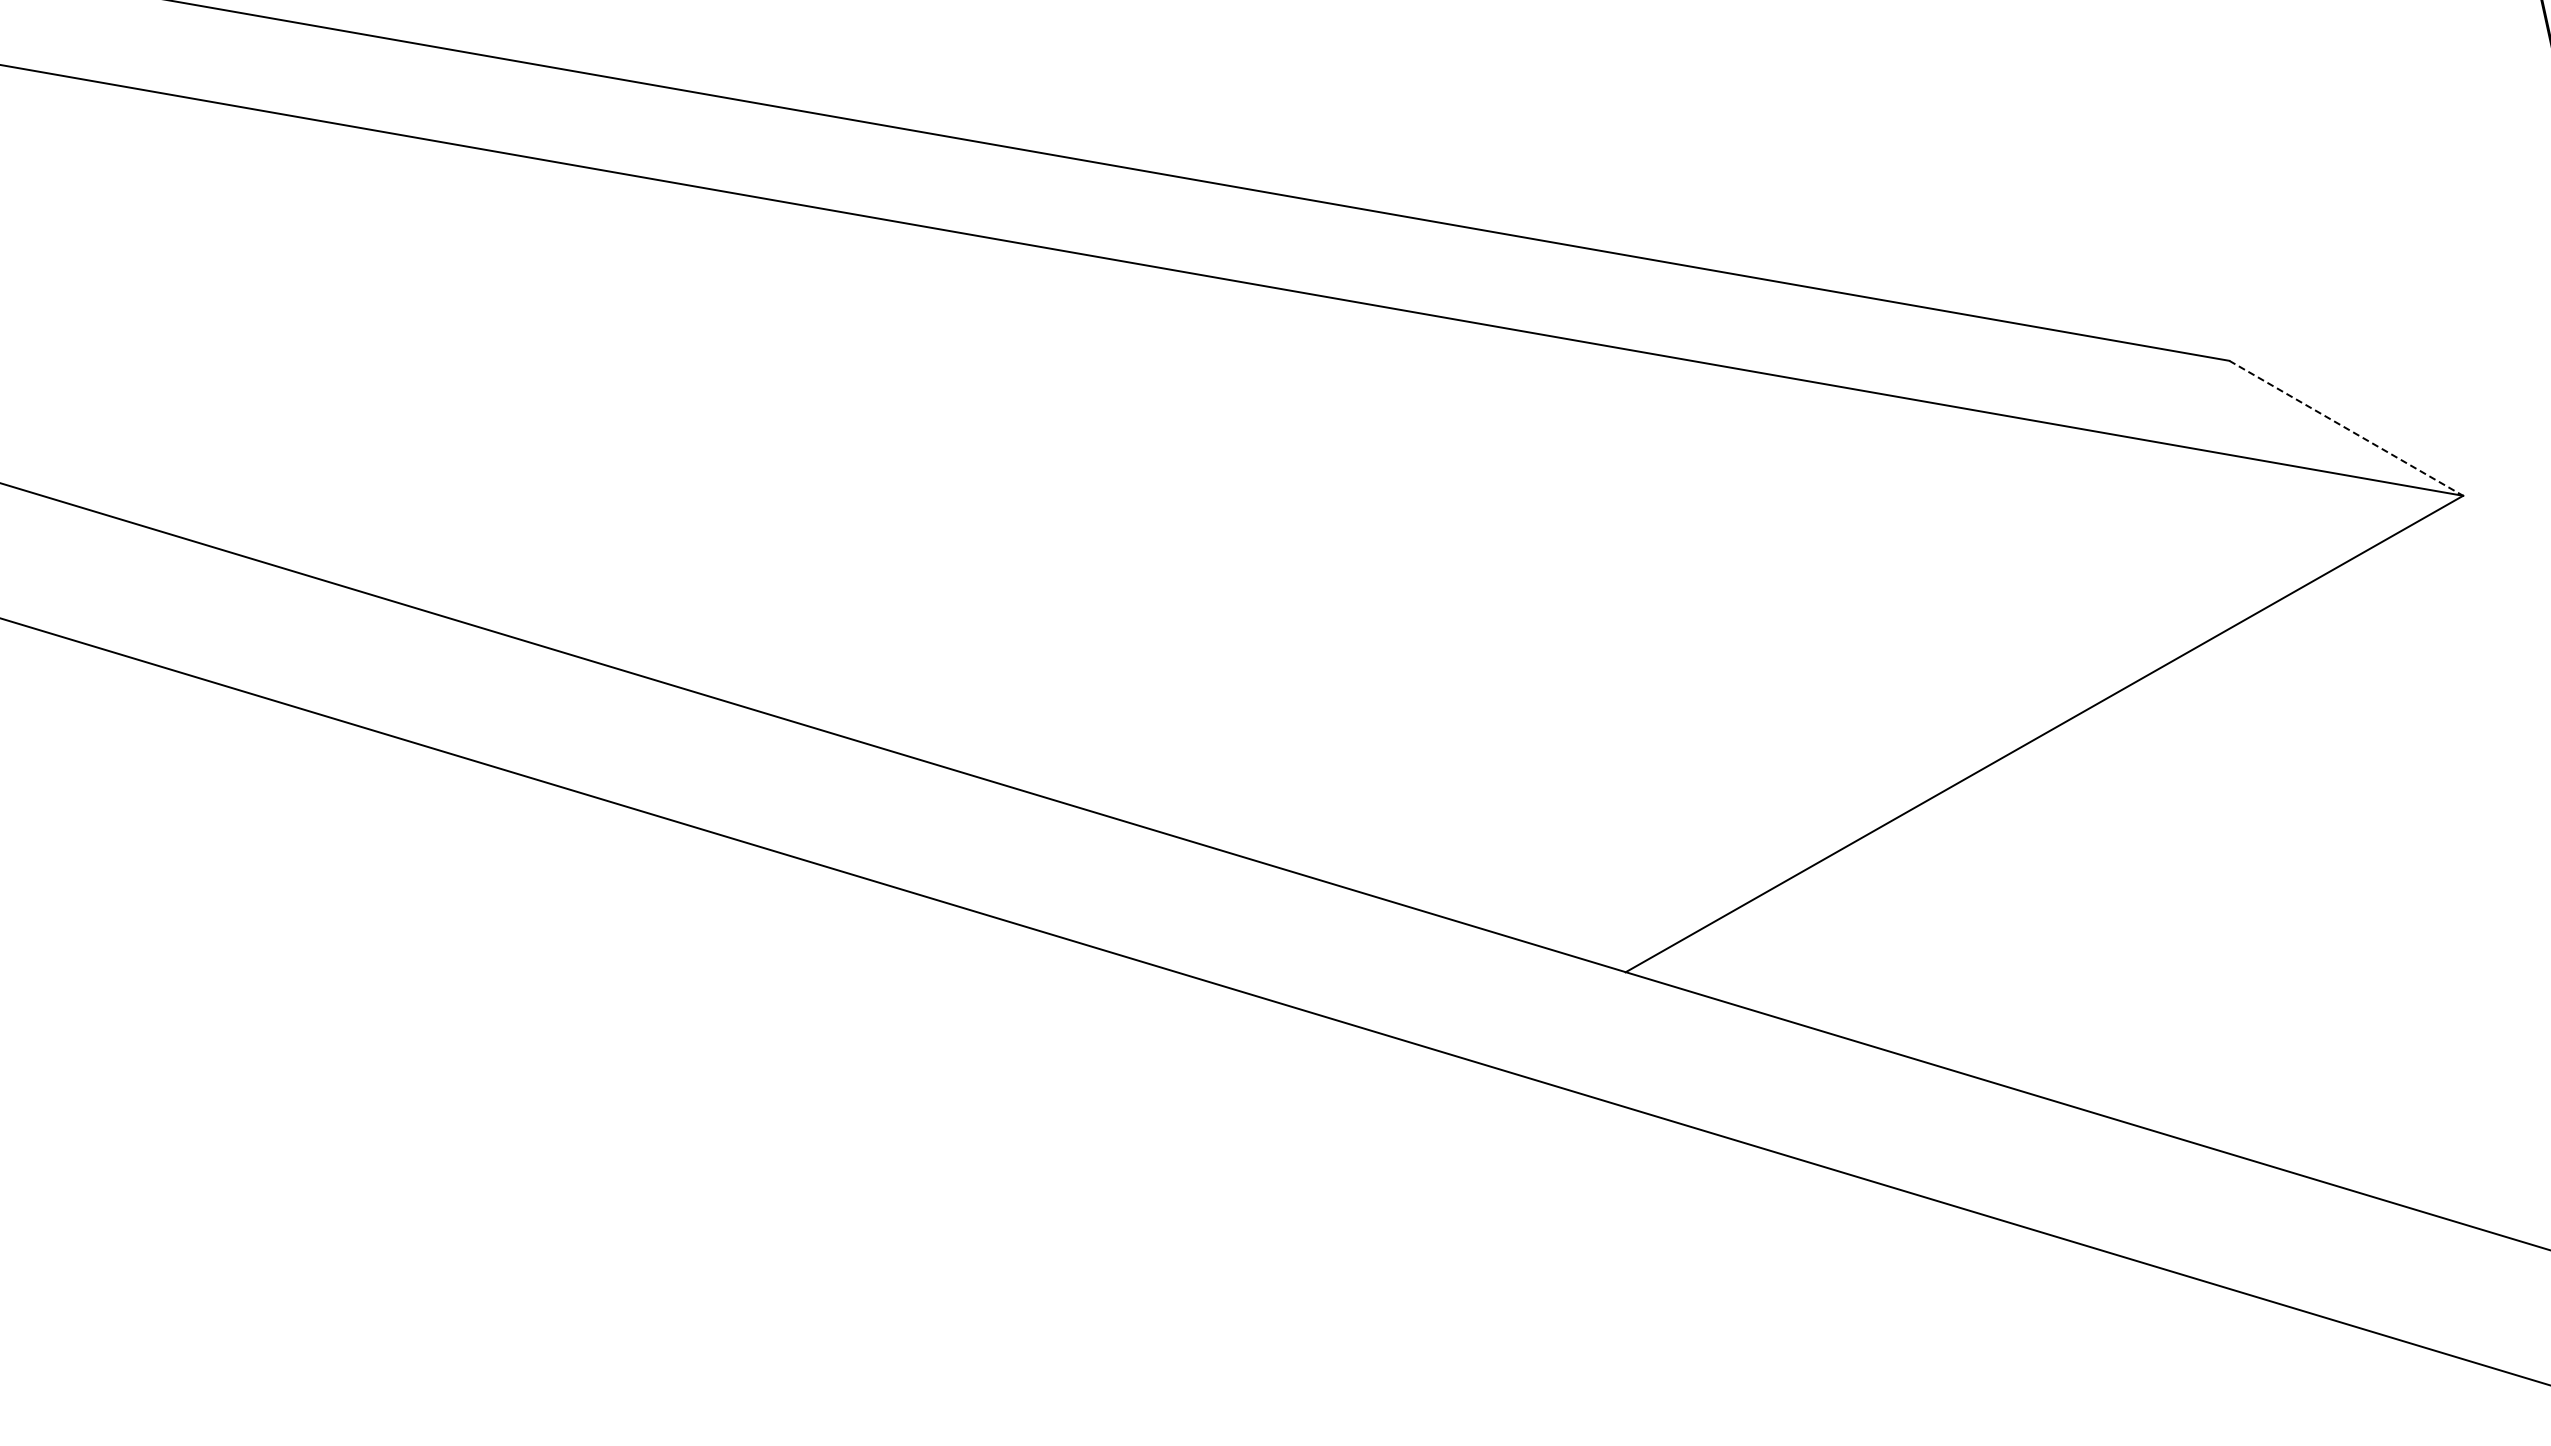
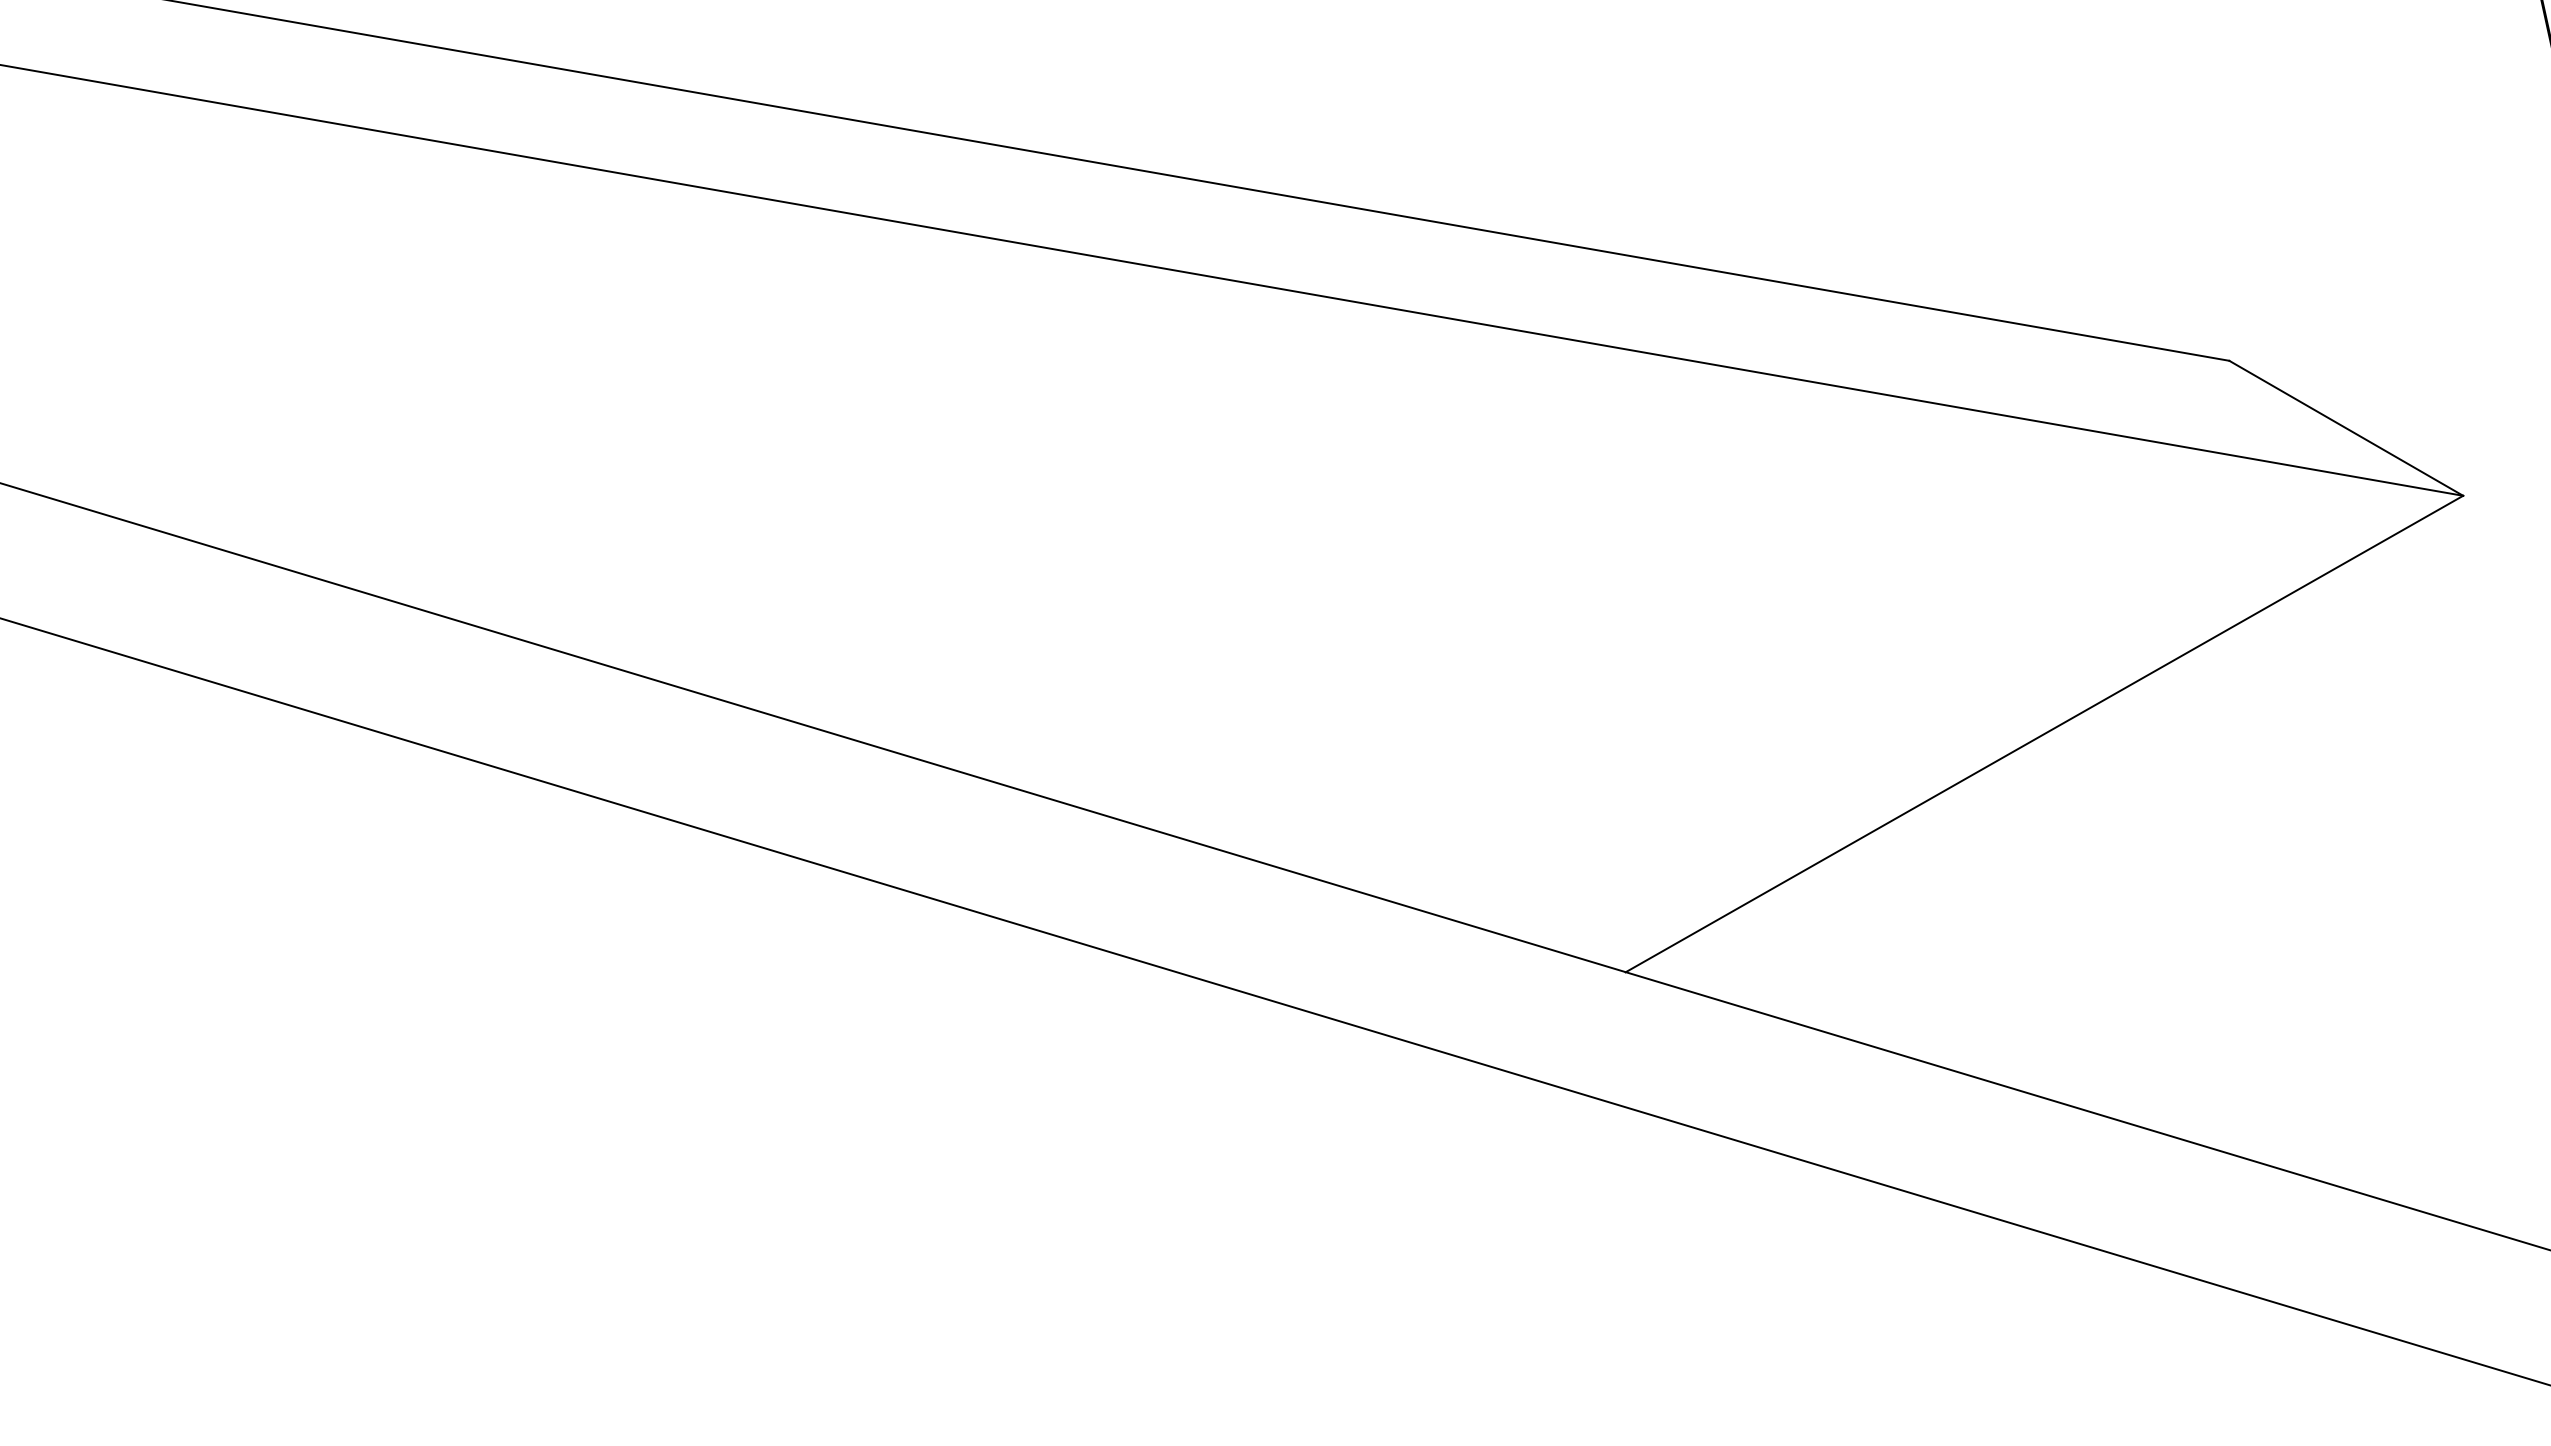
line at (2346, 428): dashed -> solid
